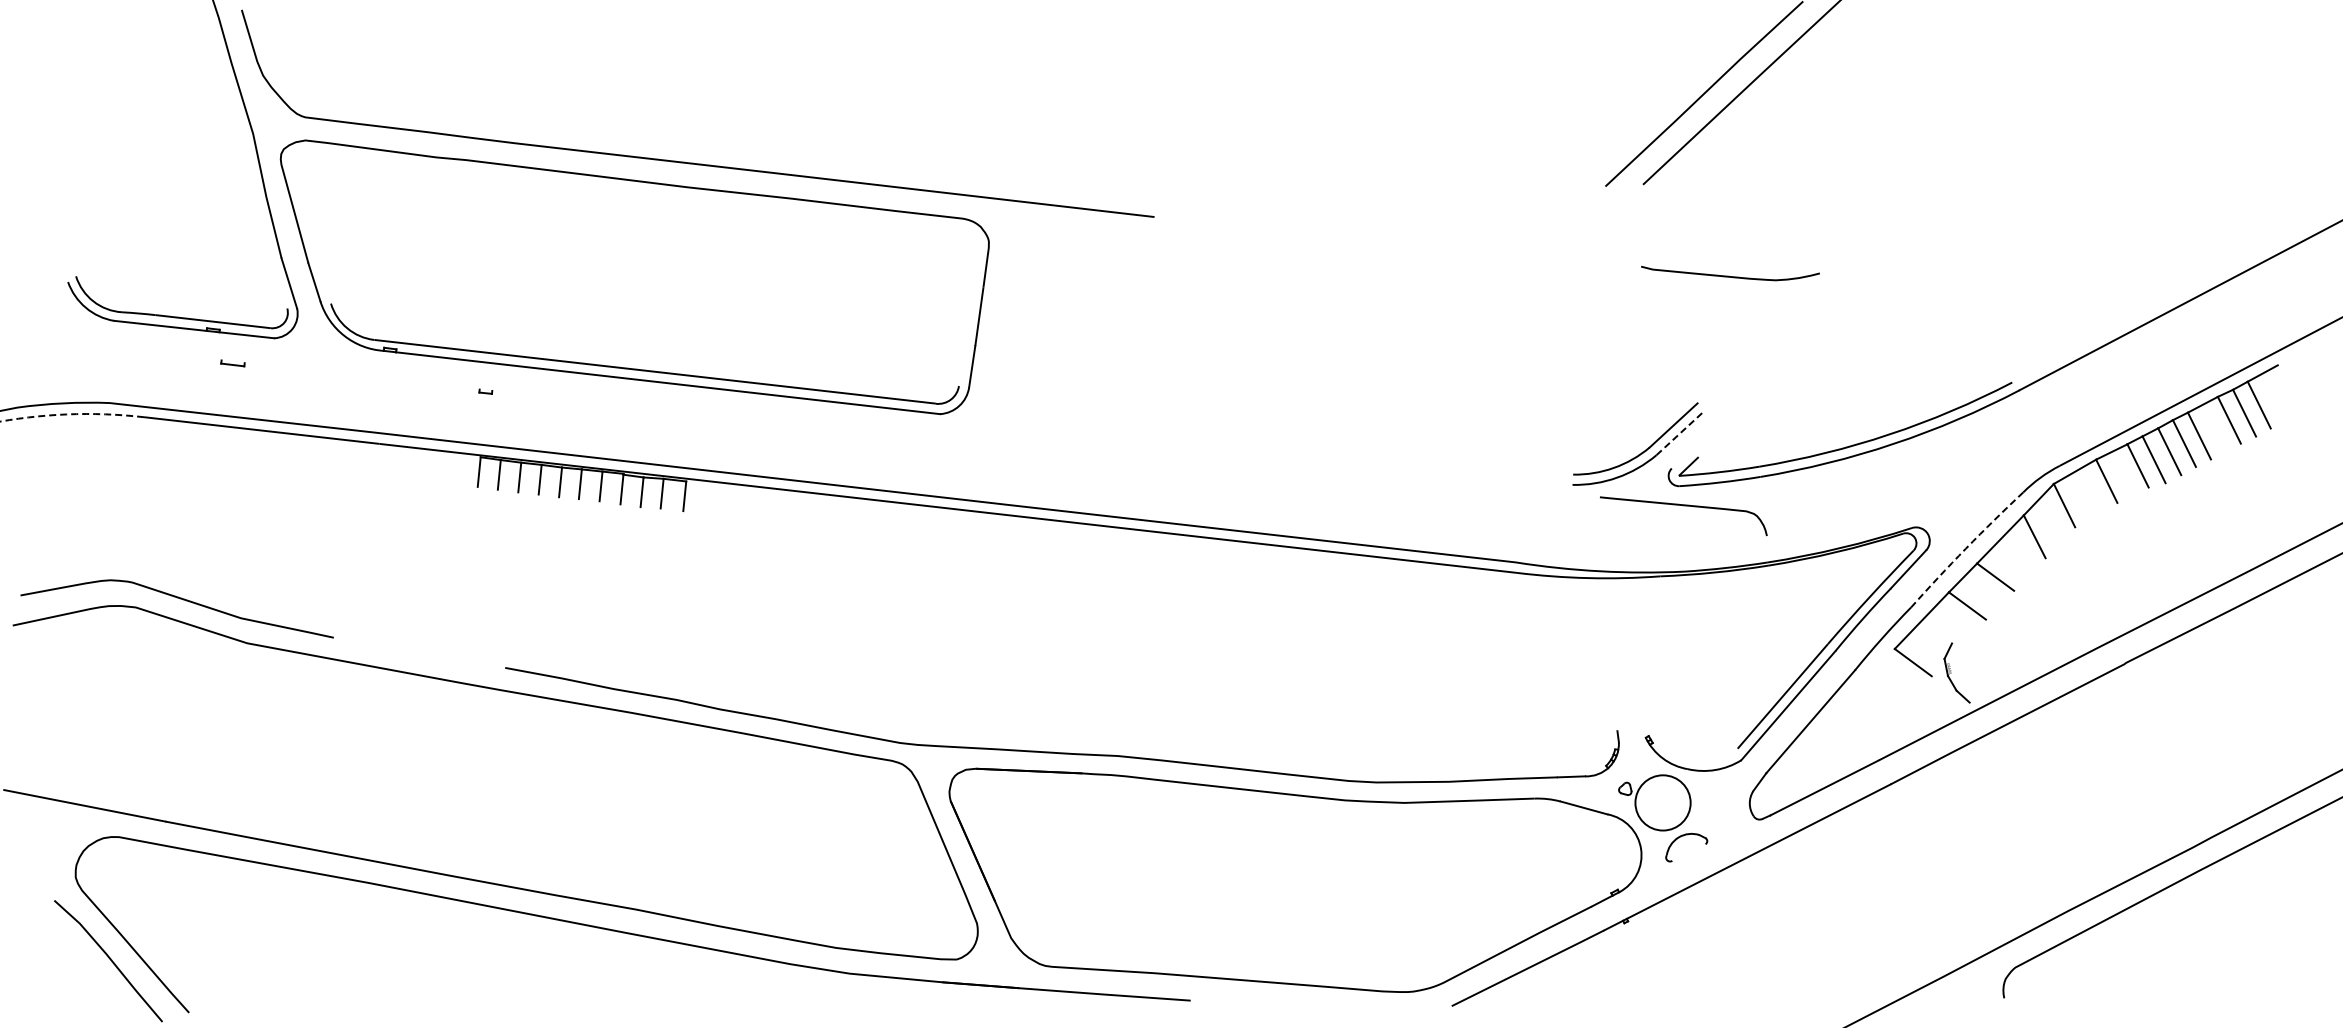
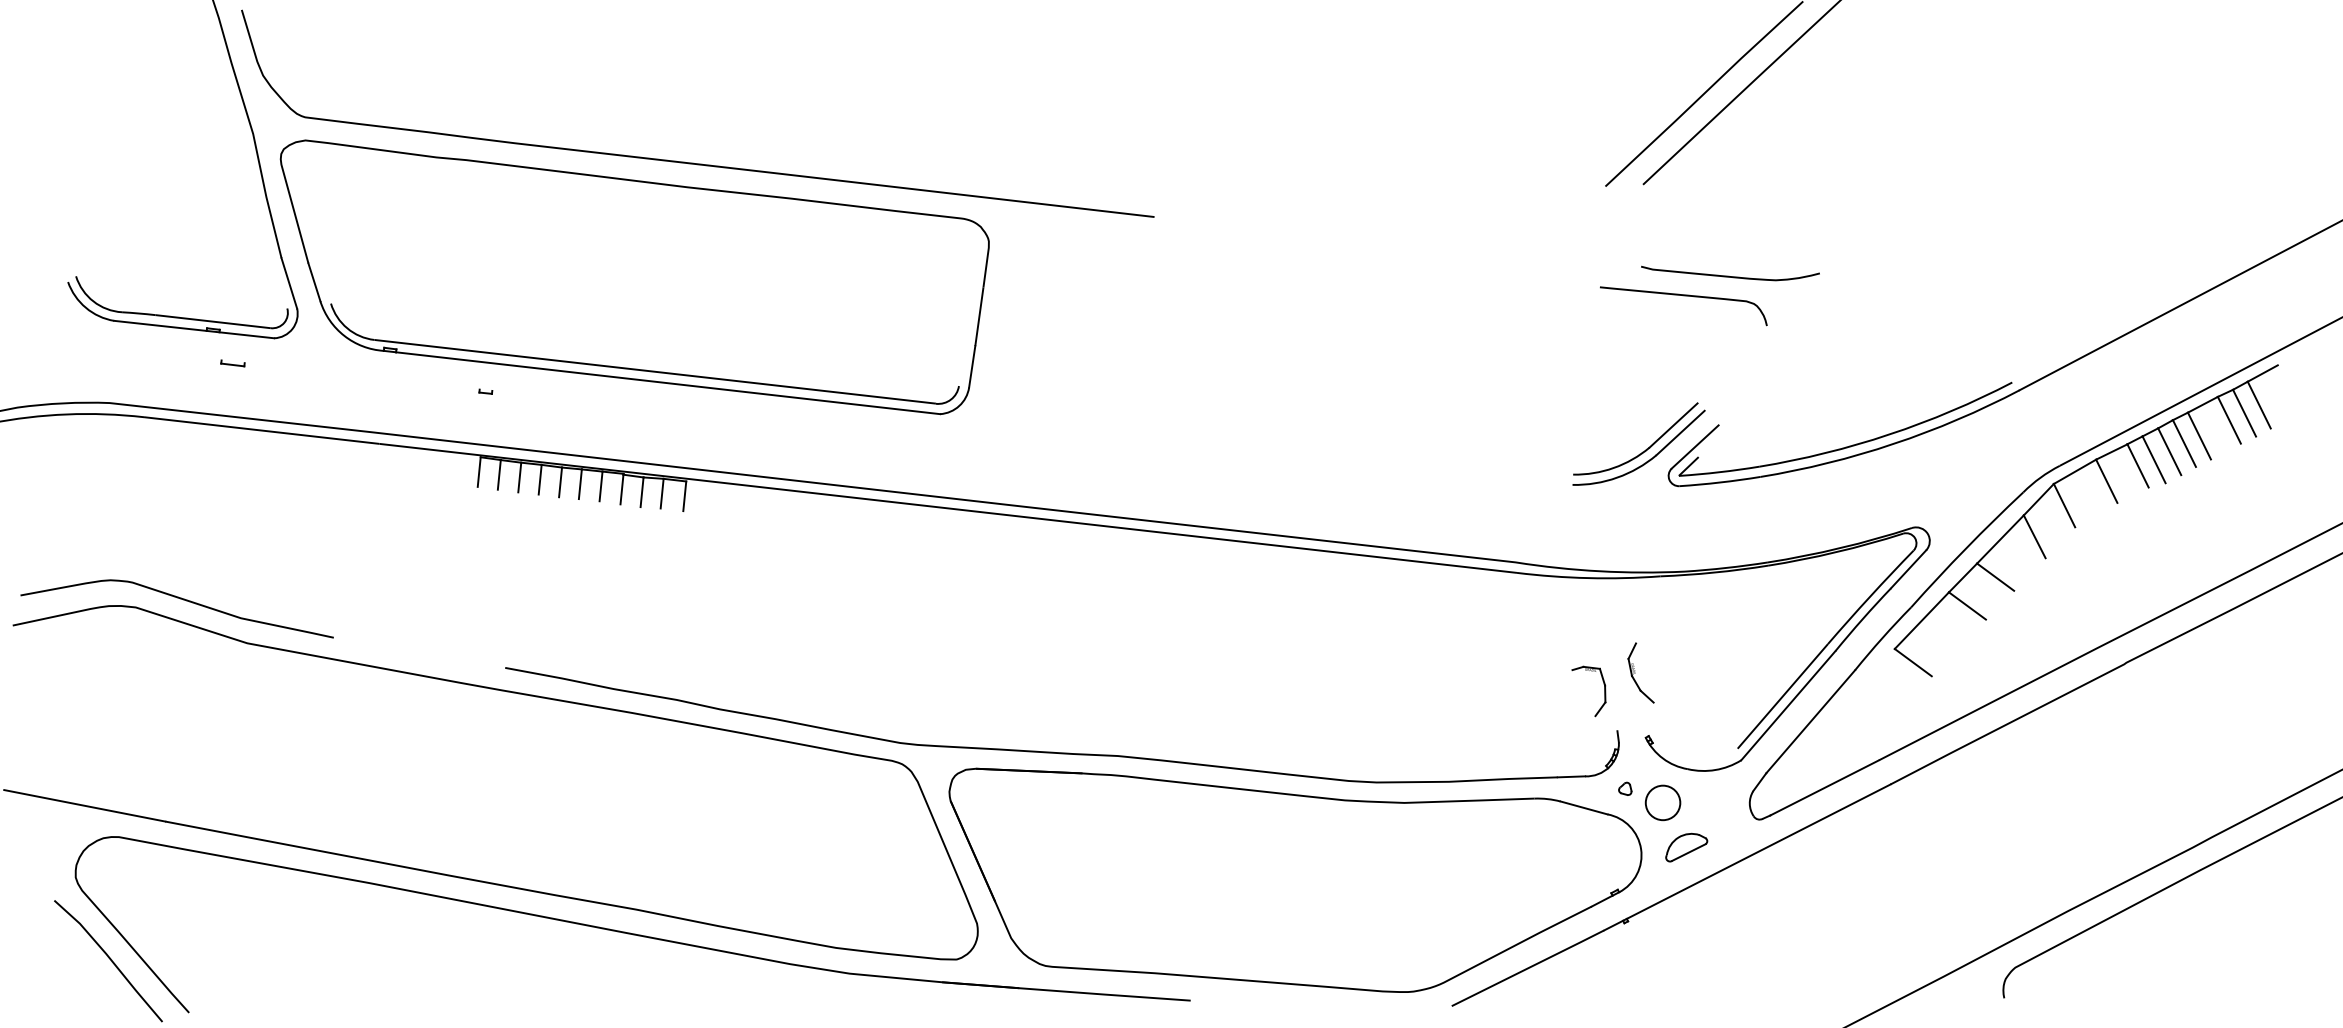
arc at (71, 414): dashed -> solid
line at (1680, 432): dashed -> solid
line at (1694, 446): none -> present
curve at (1683, 506) position: (1683, 506) -> (1683, 296)
arc at (1965, 548): dashed -> solid
part at (1956, 672) position: (1956, 672) -> (1640, 672)
part at (1604, 691): none -> present
circle at (1662, 802) diameter: 55 px -> 35 px
line at (1688, 852): none -> present
